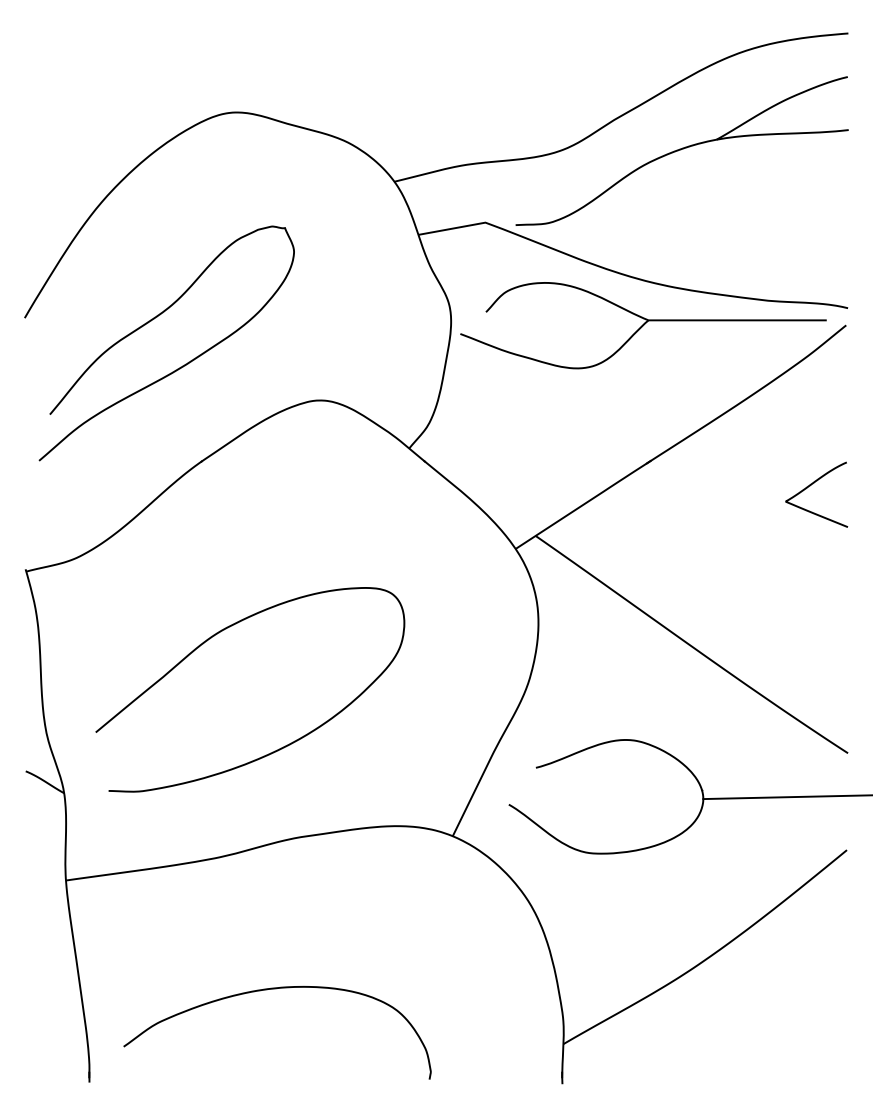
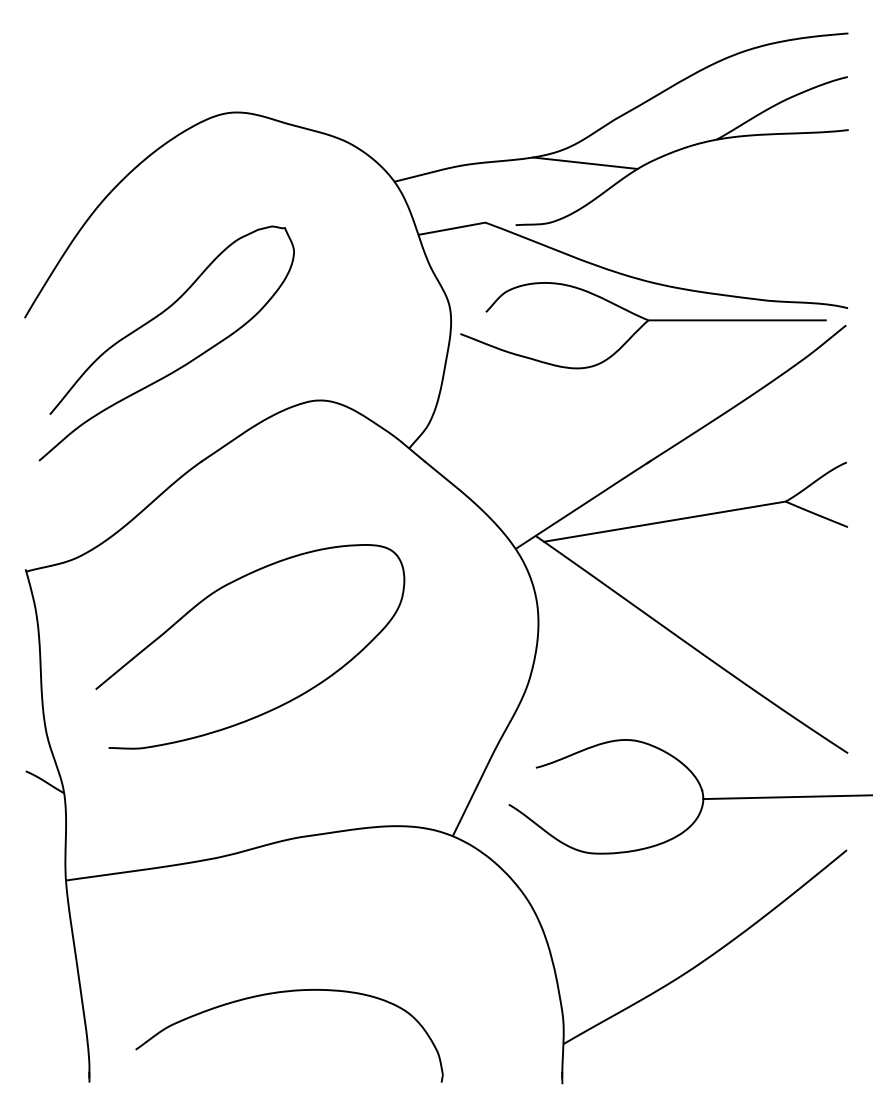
line at (585, 162): none -> present
line at (664, 521): none -> present
curve at (219, 633) position: (219, 633) -> (219, 590)
part at (276, 989) position: (276, 989) -> (288, 992)
